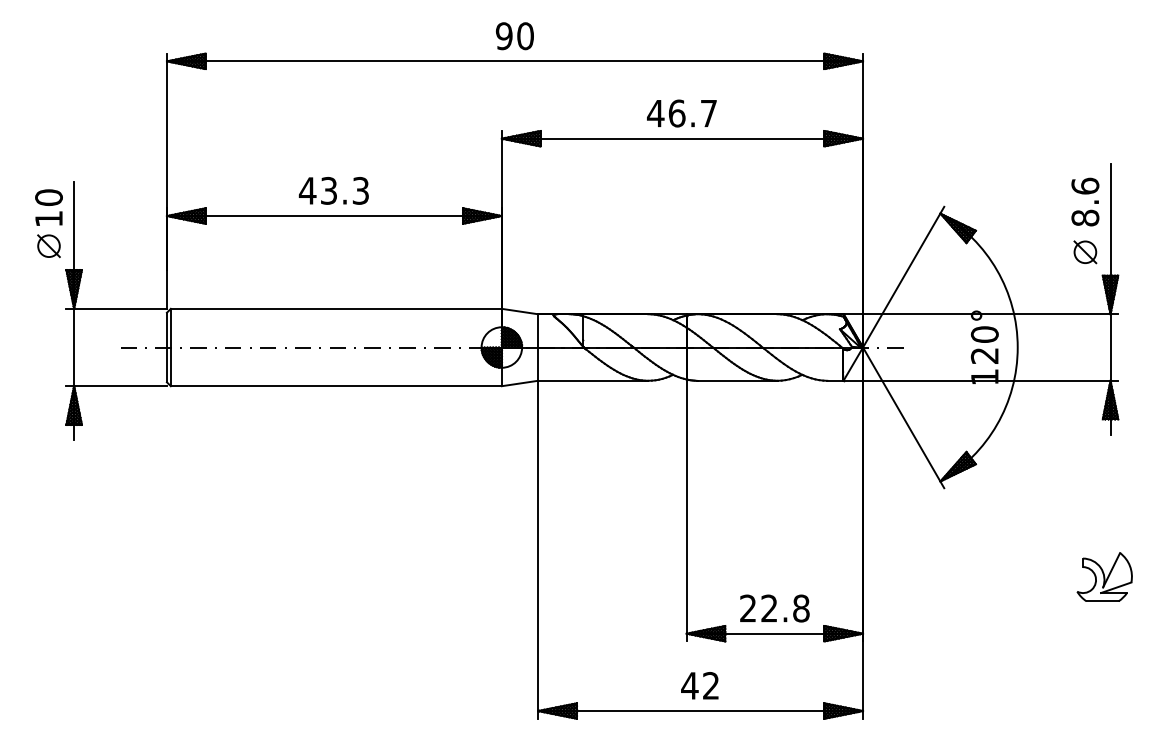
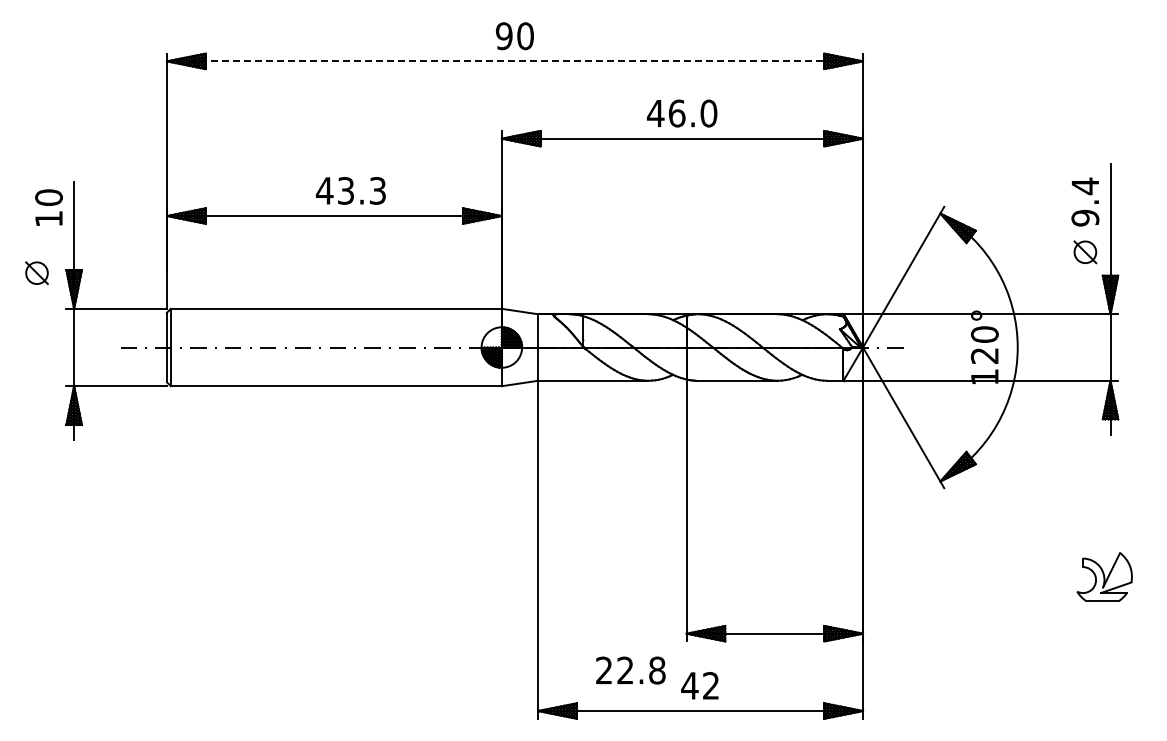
line at (515, 61): solid -> dashed
text at (708, 113): 46.7 -> 46.0
text at (333, 190) position: (333, 190) -> (350, 190)
text at (1085, 201): 8.6 -> 9.4
part at (48, 246) position: (48, 246) -> (36, 273)
text at (774, 608) position: (774, 608) -> (630, 670)
